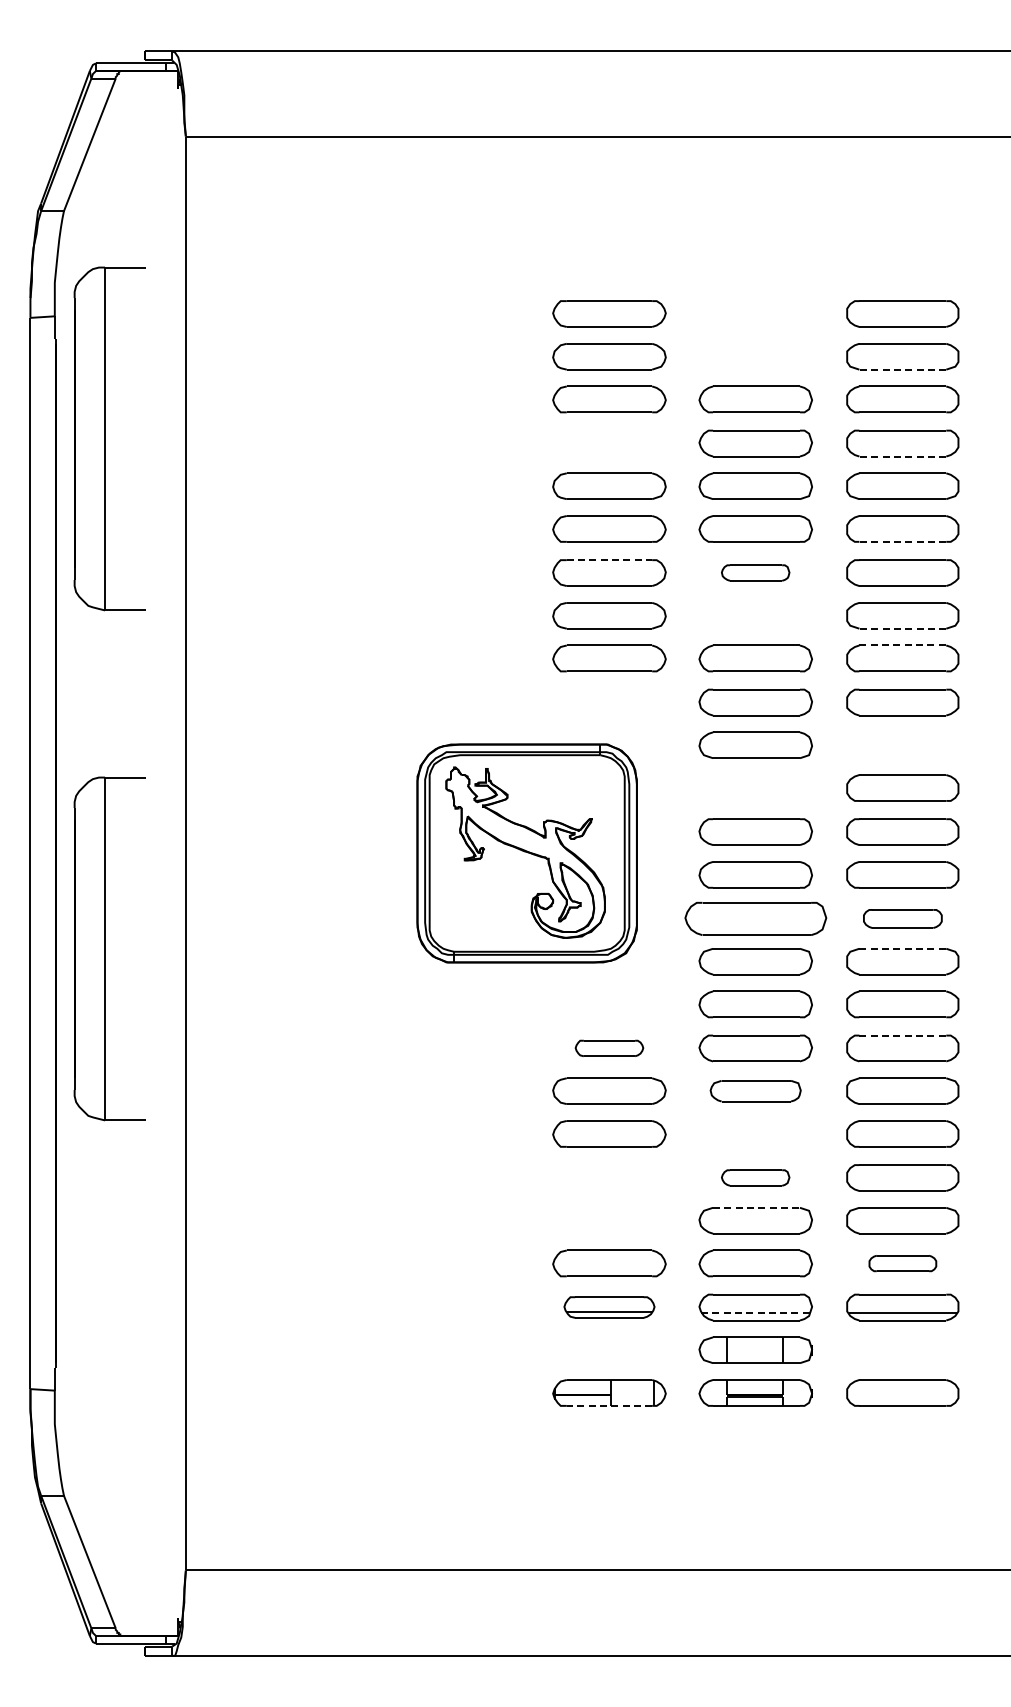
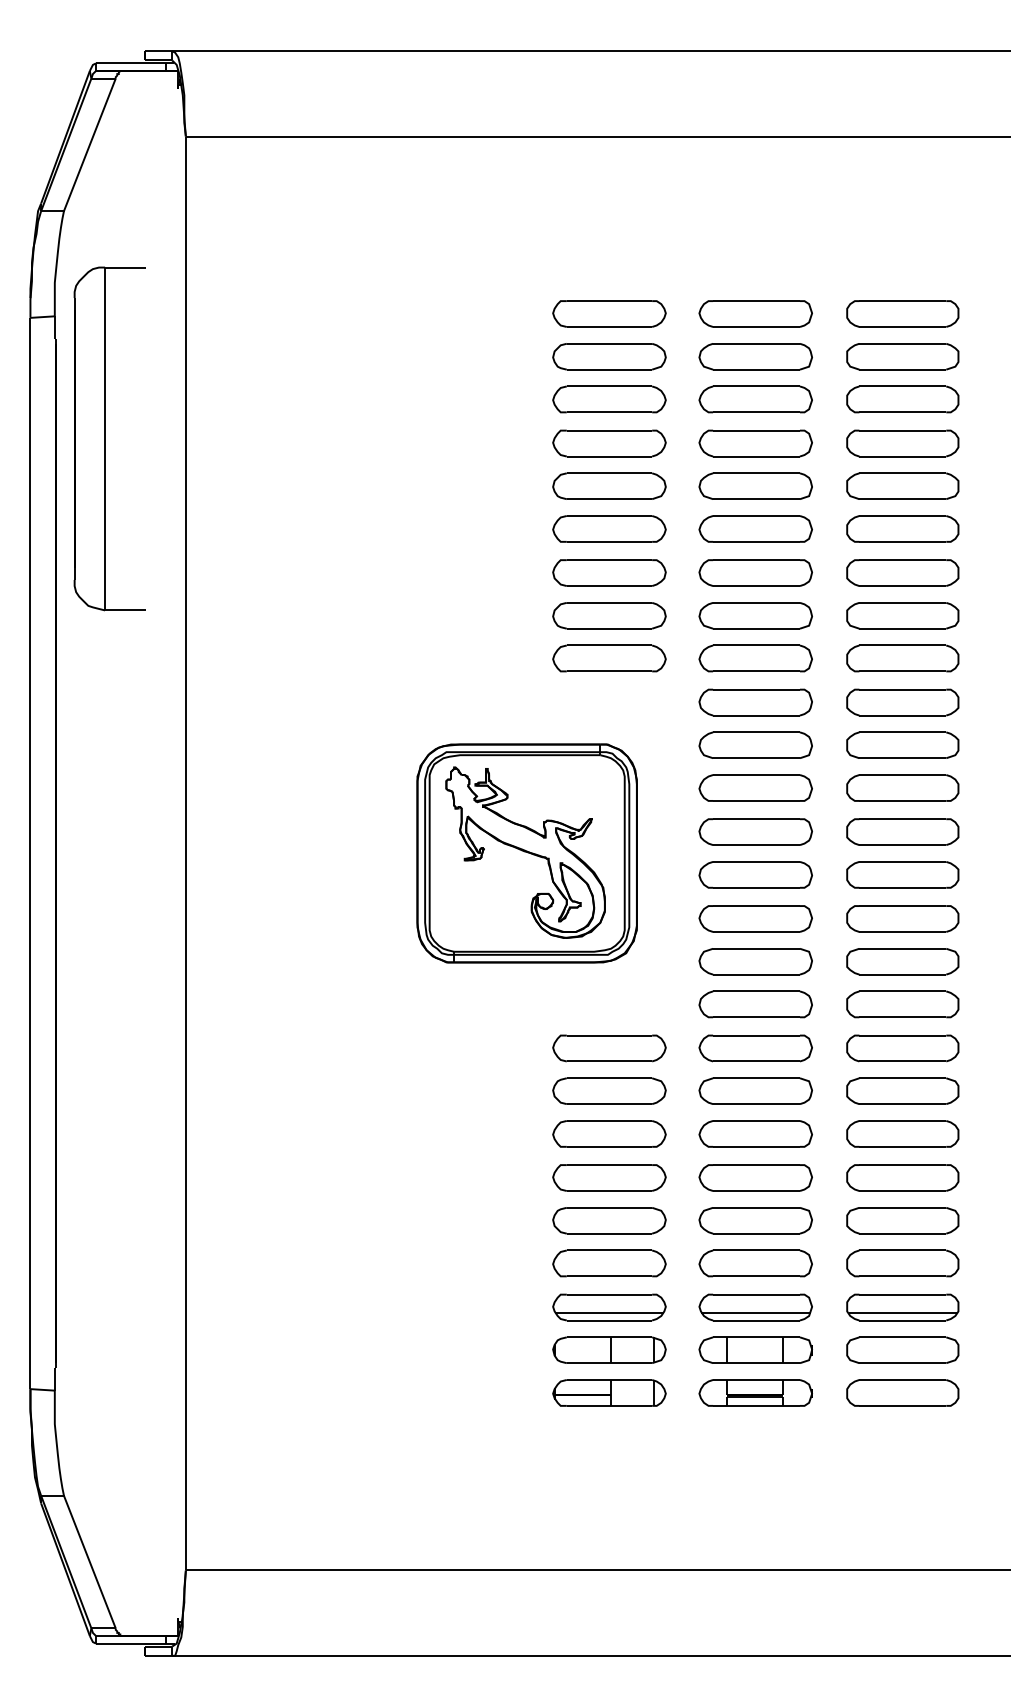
part at (755, 313): none -> present
part at (755, 356): none -> present
line at (902, 369): dashed -> solid
part at (609, 443): none -> present
line at (902, 456): dashed -> solid
line at (902, 541): dashed -> solid
line at (609, 560): dashed -> solid
part at (755, 572) size: 70x18 px -> 115x28 px
part at (755, 615): none -> present
line at (902, 628): dashed -> solid
line at (903, 645): dashed -> solid
part at (902, 744): none -> present
part at (755, 787): none -> present
part at (755, 918) size: 144x34 px -> 115x28 px
part at (902, 918) size: 80x20 px -> 114x28 px
part at (109, 948): present -> none
line at (903, 948): dashed -> solid
line at (903, 1035): dashed -> solid
part at (609, 1047) size: 71x18 px -> 115x29 px
part at (755, 1091) size: 93x23 px -> 115x28 px
part at (755, 1133): none -> present
part at (609, 1177): none -> present
part at (755, 1177) size: 70x18 px -> 115x28 px
line at (757, 1207): dashed -> solid
part at (609, 1220): none -> present
part at (902, 1263) size: 70x18 px -> 114x29 px
part at (609, 1307) size: 93x23 px -> 115x29 px
line at (755, 1312): dashed -> solid
part at (609, 1349): none -> present
part at (902, 1349): none -> present
line at (609, 1405): dashed -> solid
